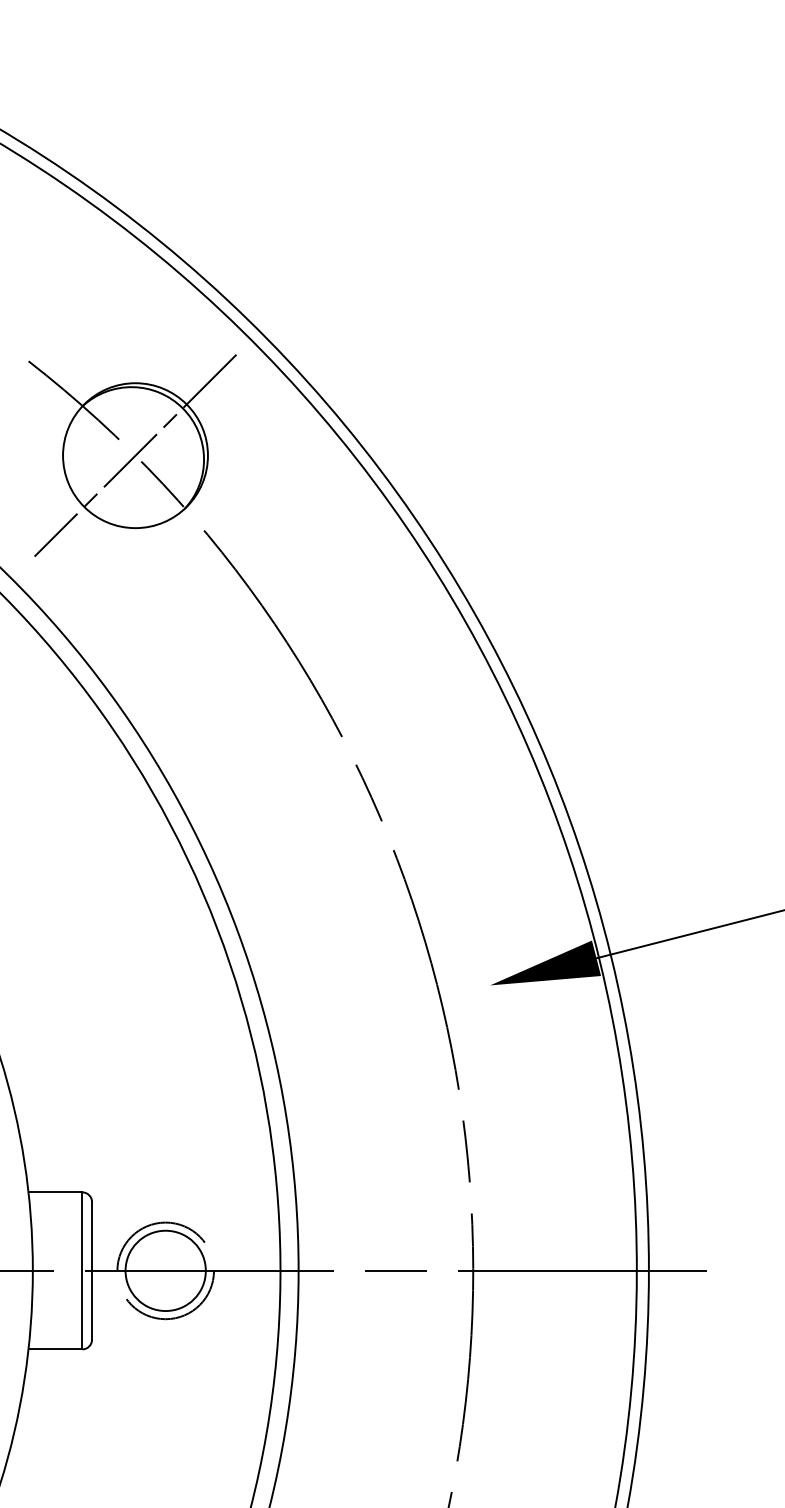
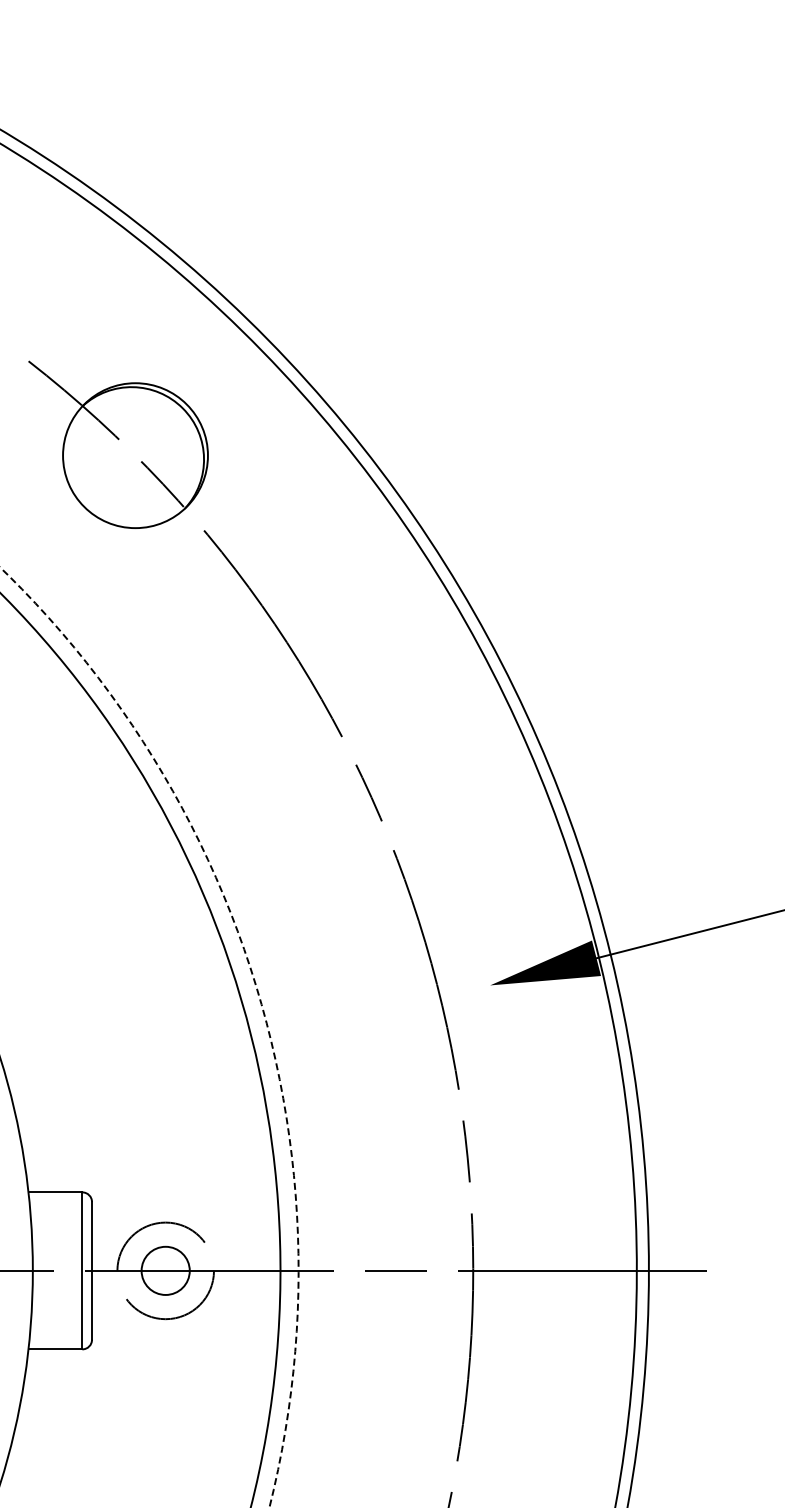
line at (135, 455): present -> none
arc at (260, 1001): solid -> dashed
circle at (165, 1270) diameter: 80 px -> 48 px
